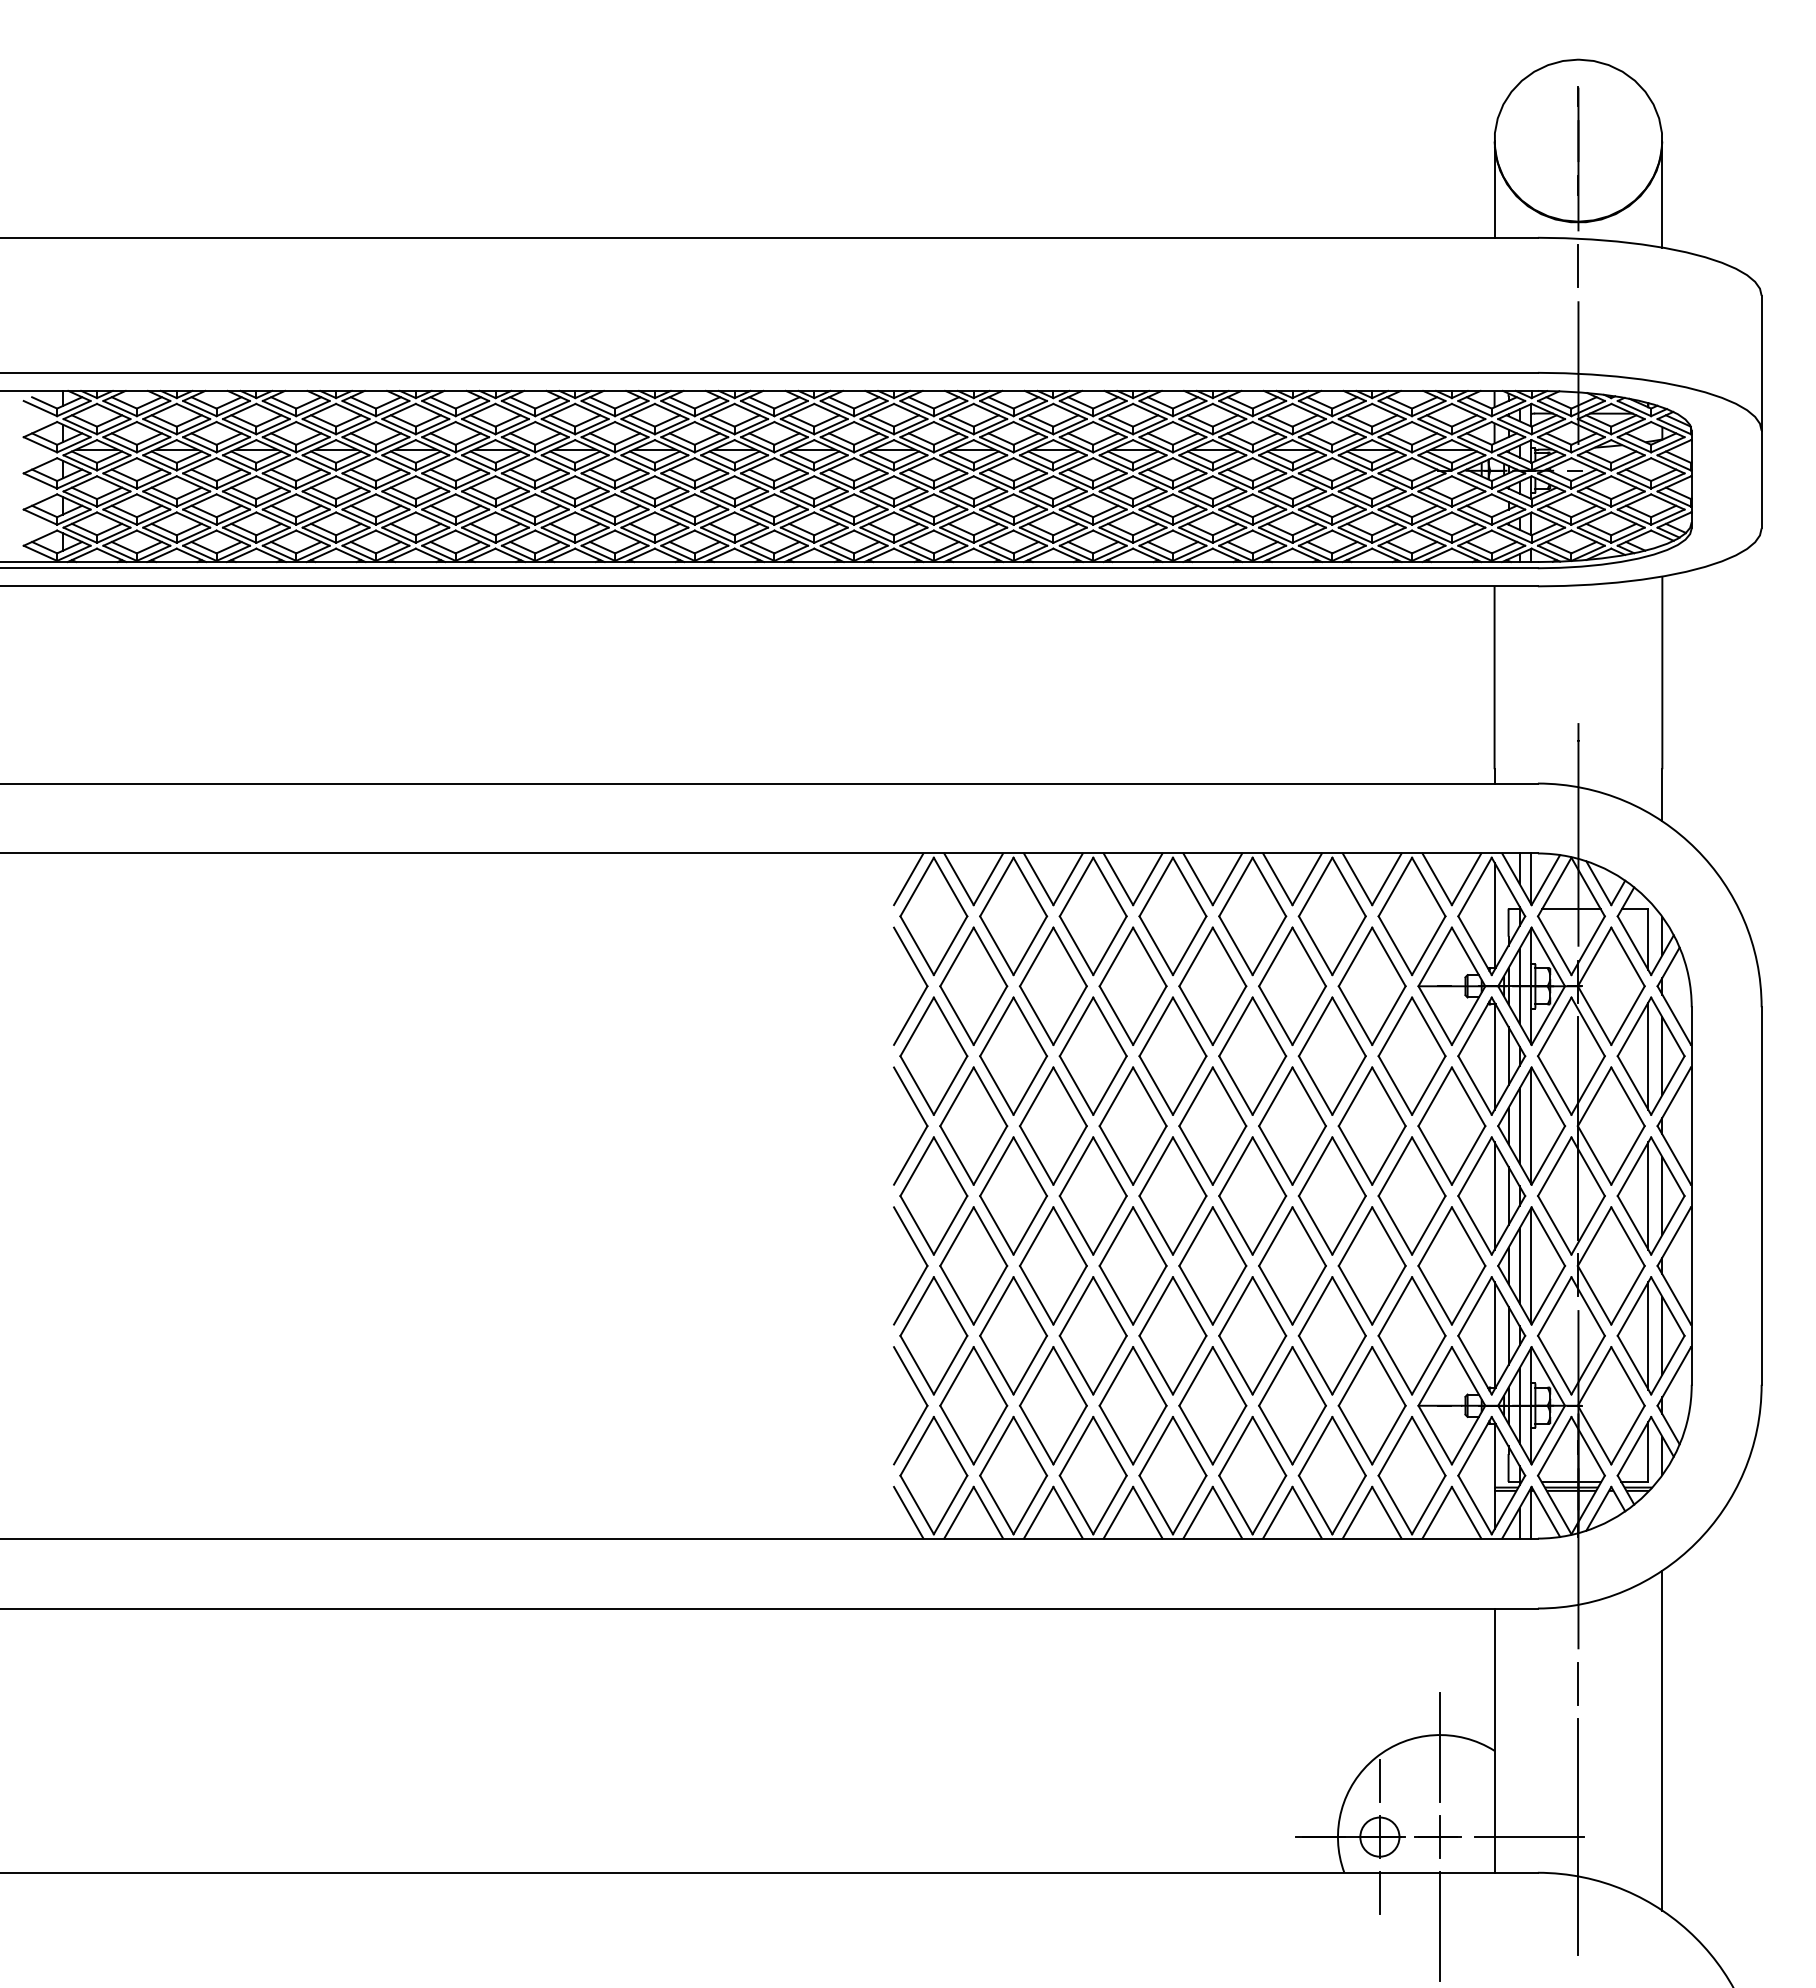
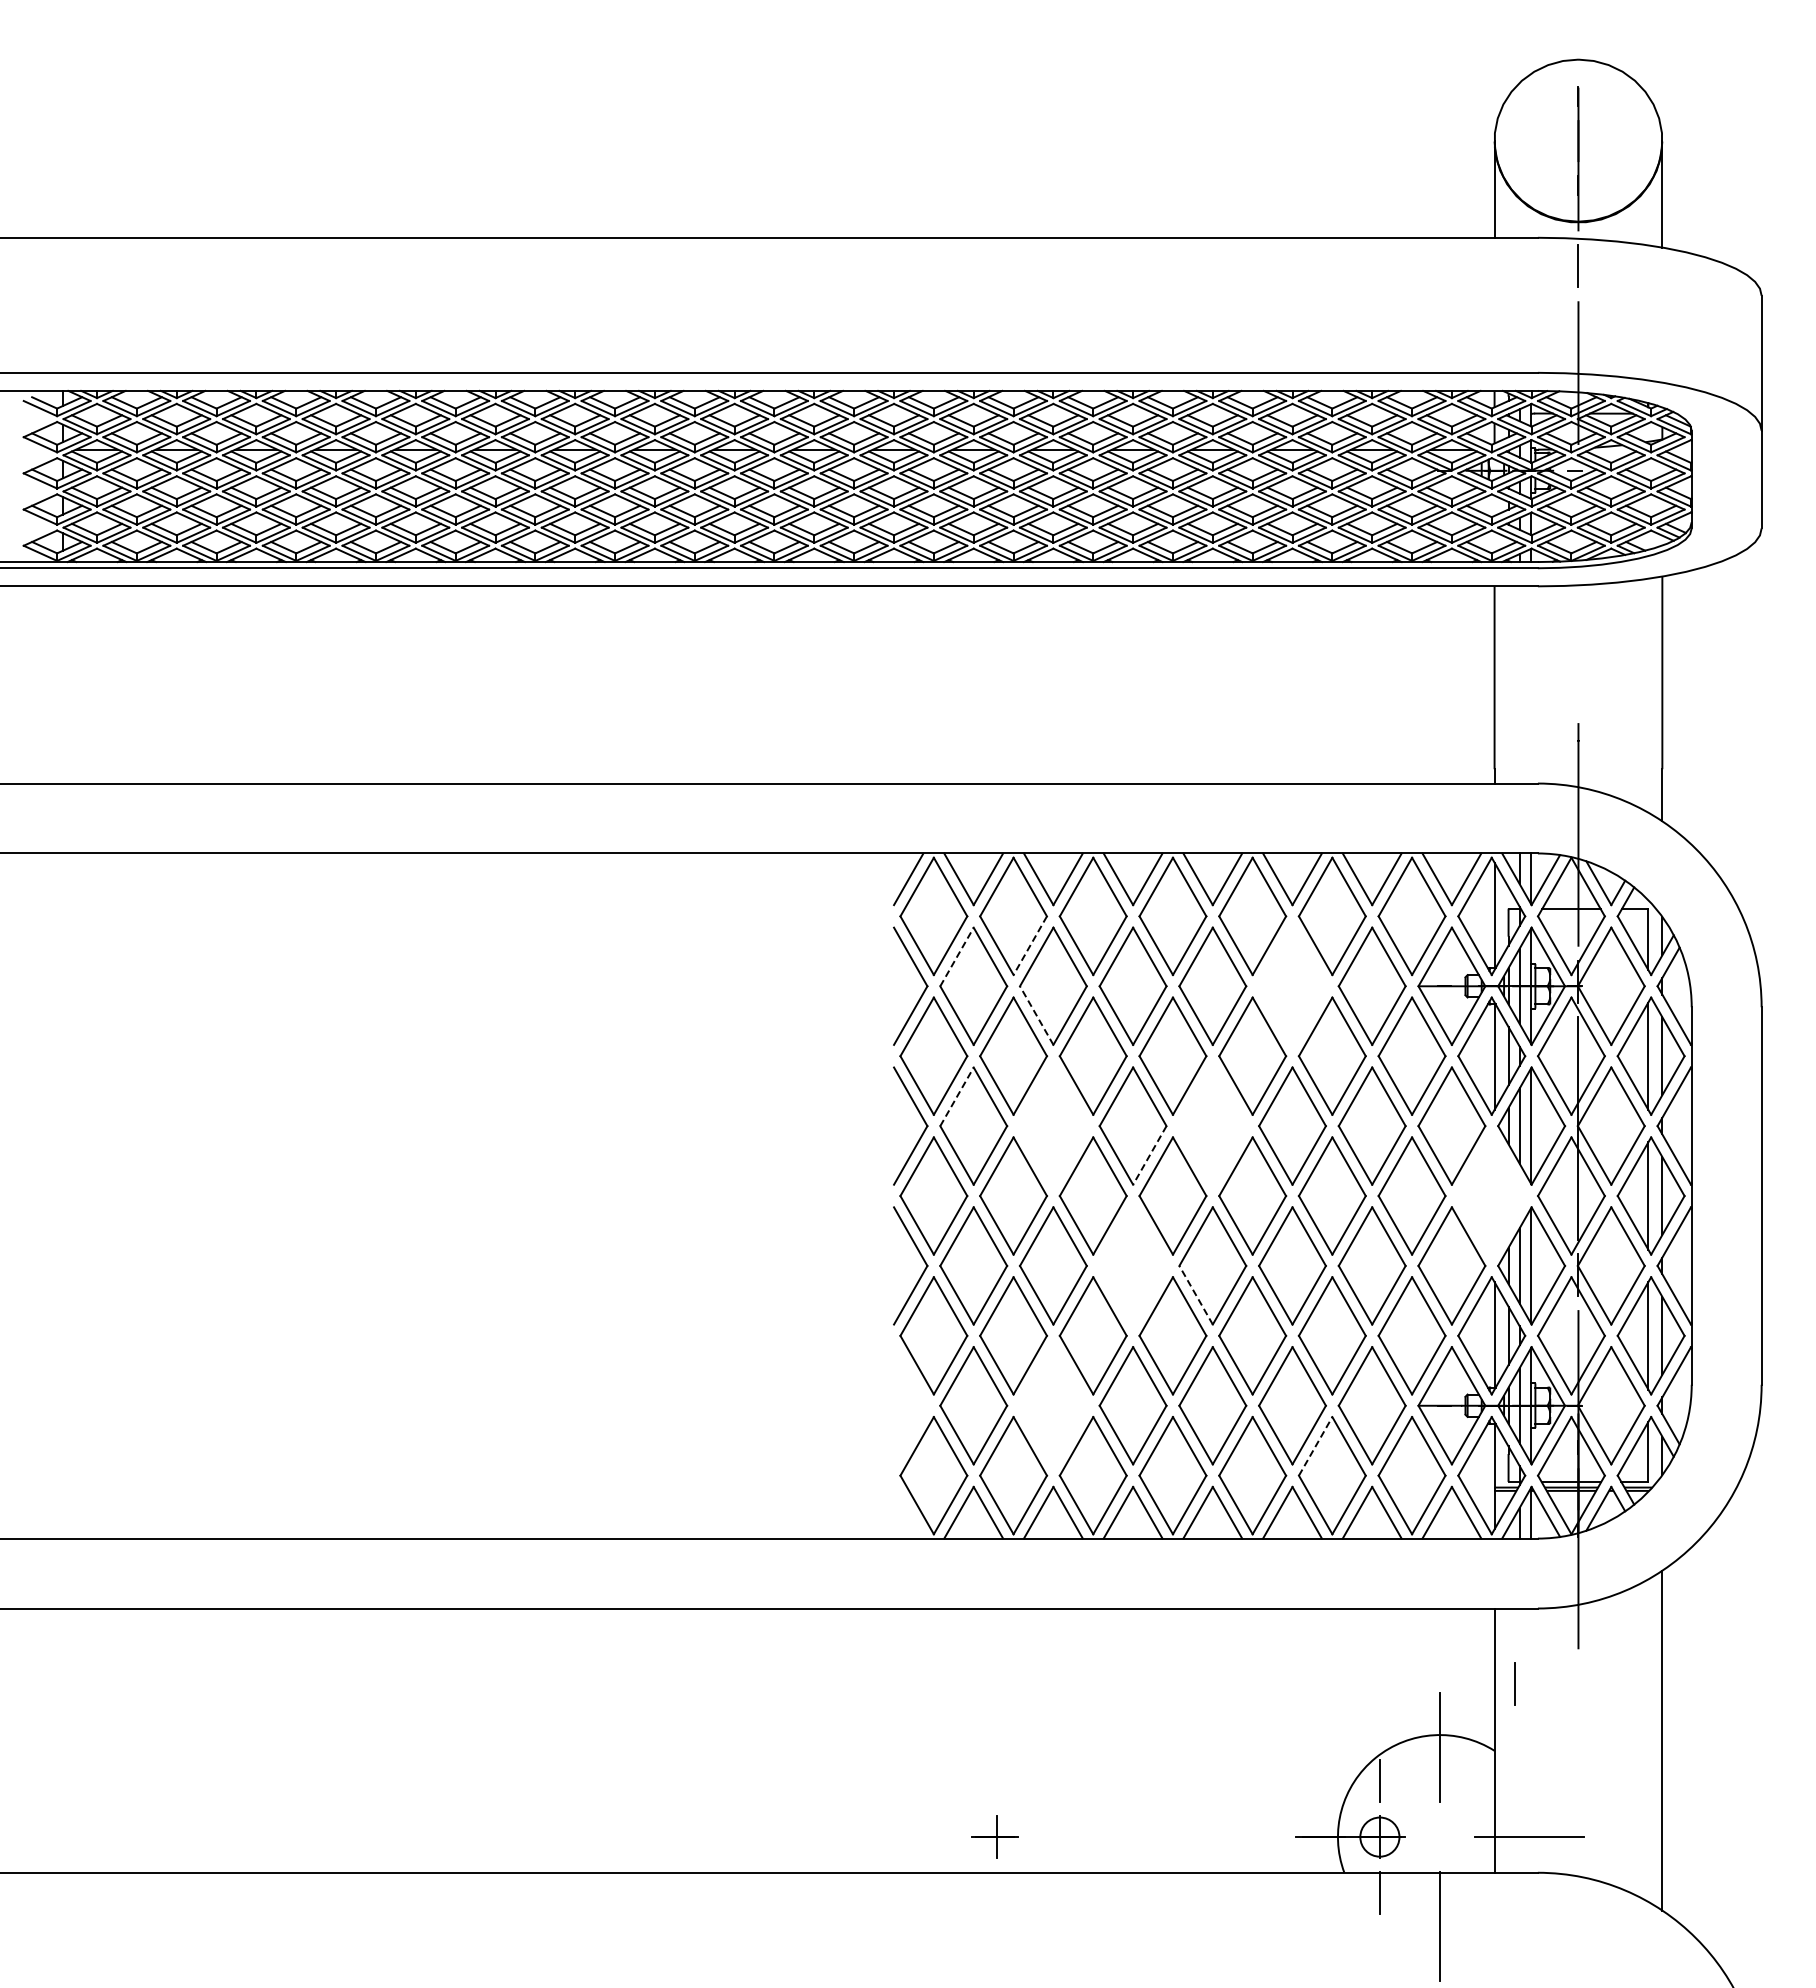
line at (1030, 945): solid -> dashed
line at (957, 956): solid -> dashed
part at (1292, 985): present -> none
line at (1036, 1015): solid -> dashed
line at (957, 1096): solid -> dashed
part at (1052, 1125): present -> none
part at (1212, 1125): present -> none
line at (1149, 1155): solid -> dashed
part at (1491, 1195): present -> none
part at (1132, 1265): present -> none
line at (1196, 1295): solid -> dashed
part at (922, 1399): present -> none
part at (1052, 1405): present -> none
line at (1315, 1446): solid -> dashed
line at (908, 1512): present -> none
line at (1577, 1683) position: (1577, 1683) -> (1514, 1683)
part at (1437, 1836) position: (1437, 1836) -> (994, 1836)
line at (1578, 1837): present -> none
